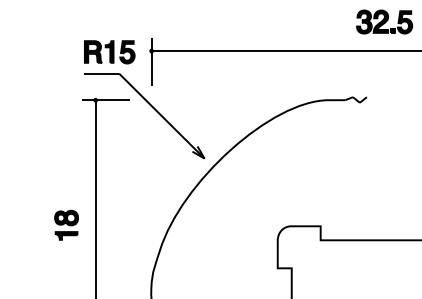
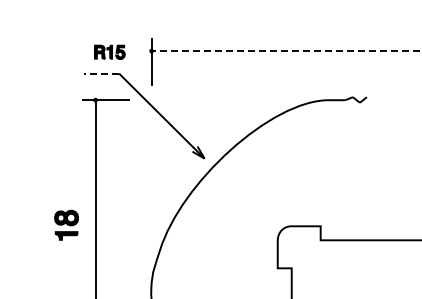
part at (384, 21): present -> none
line at (286, 51): solid -> dashed
part at (109, 52) size: 52x25 px -> 32x16 px
line at (101, 73): solid -> dashed
